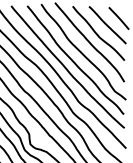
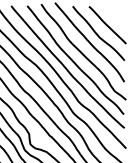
line at (118, 18): present -> none
